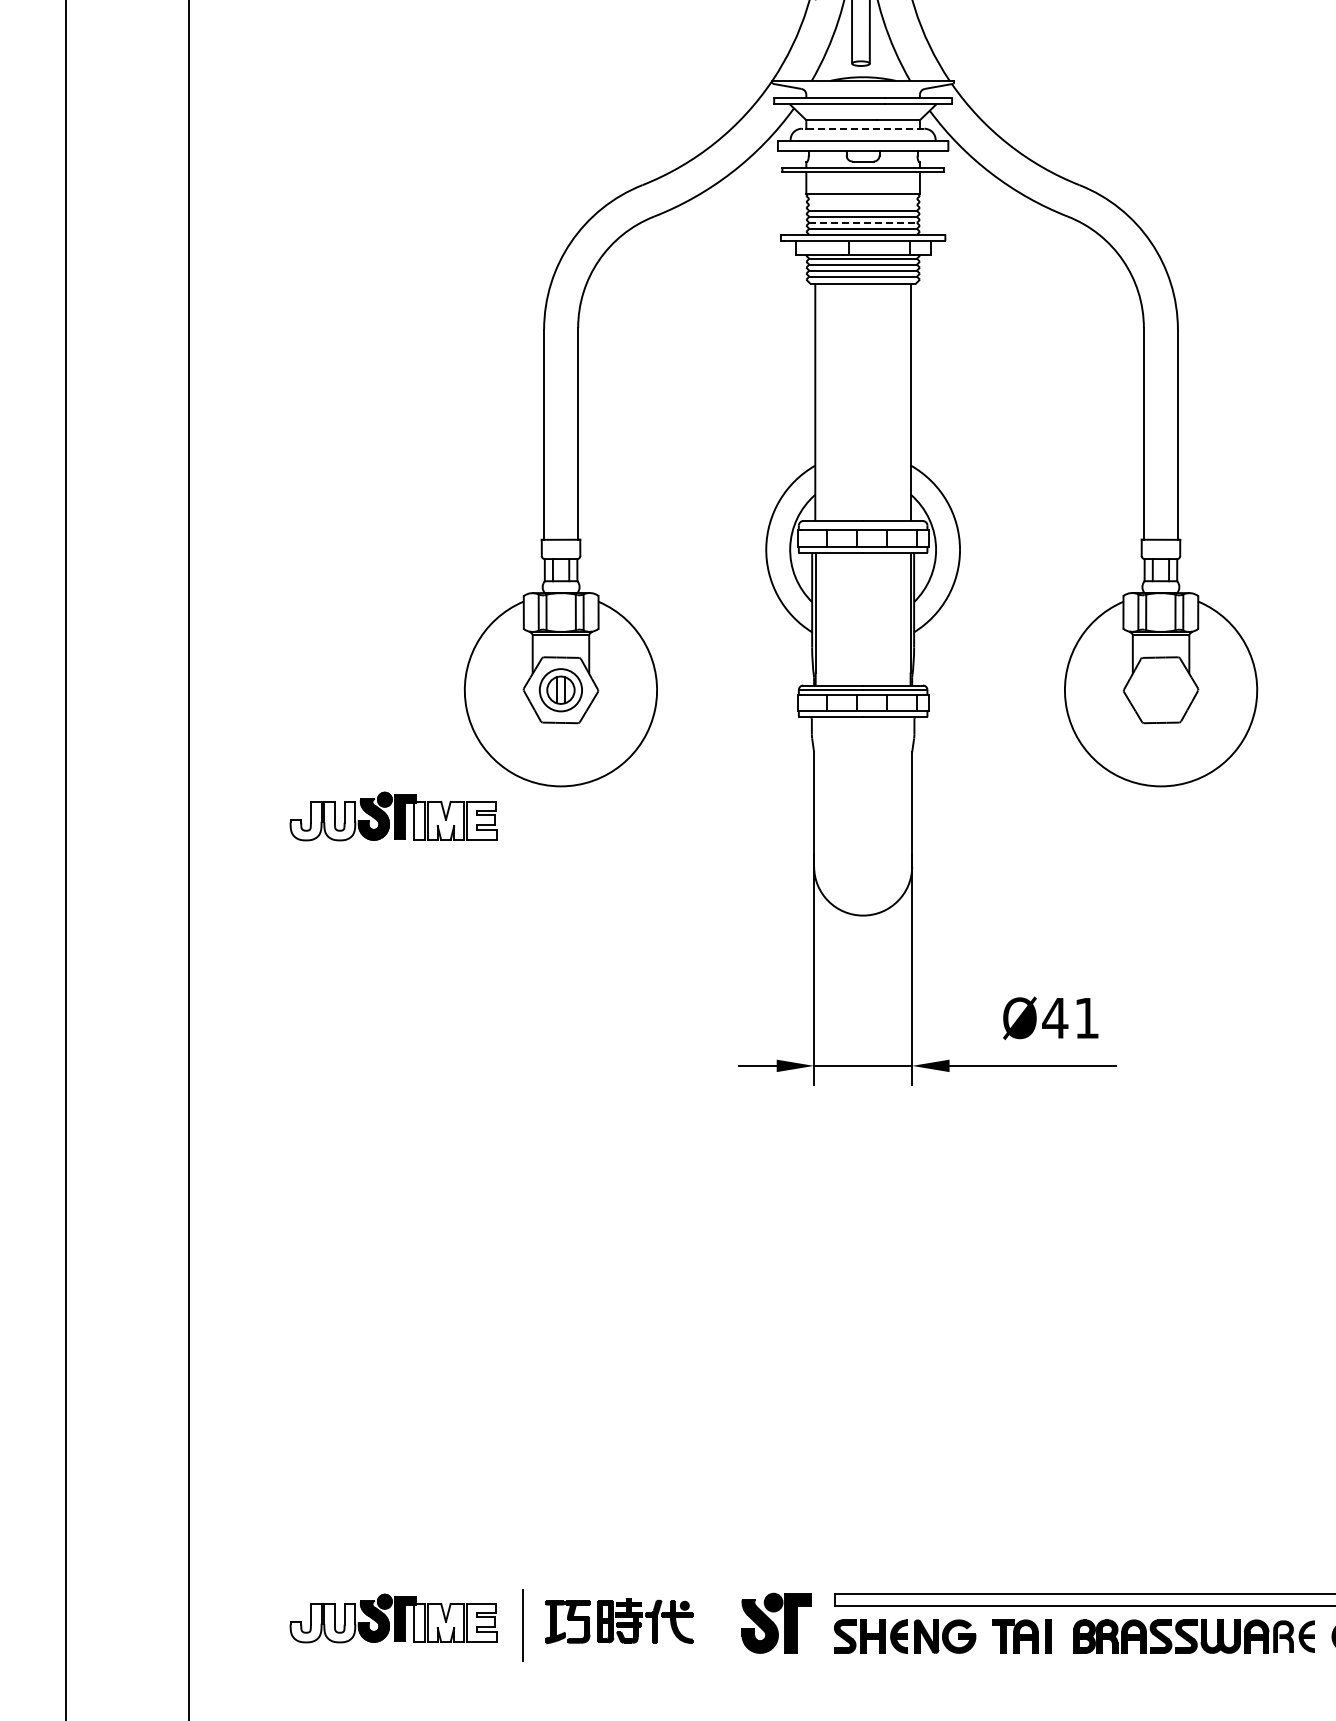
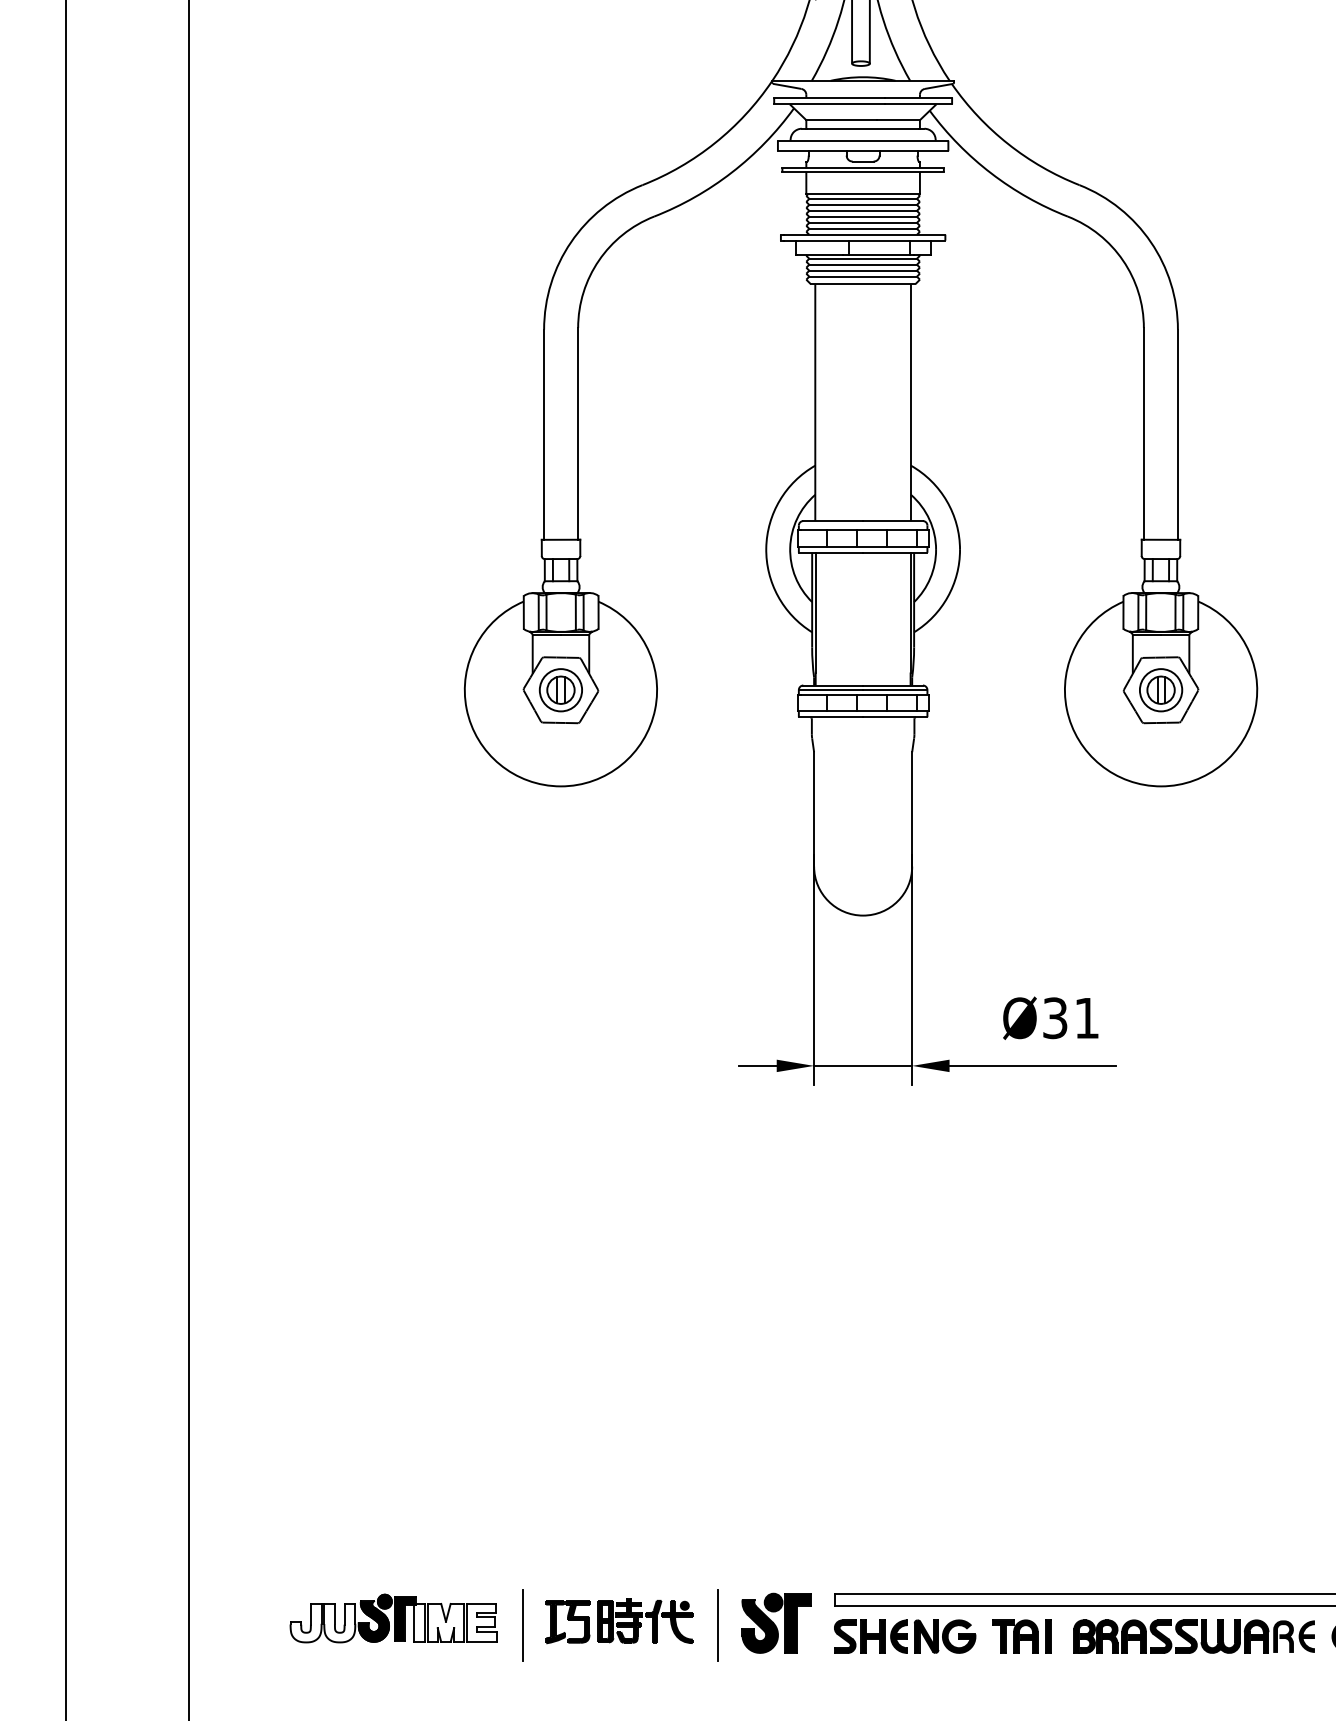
line at (862, 128): dashed -> solid
line at (862, 198): none -> present
line at (862, 204): none -> present
line at (863, 222): dashed -> solid
part at (1161, 690): none -> present
part at (393, 816): present -> none
text at (1055, 1018): Ø41 -> Ø31
line at (717, 1624): none -> present
